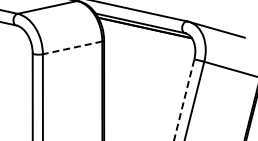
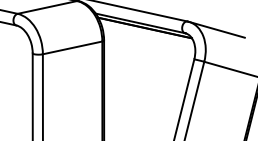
line at (72, 48): dashed -> solid
line at (184, 100): dashed -> solid
